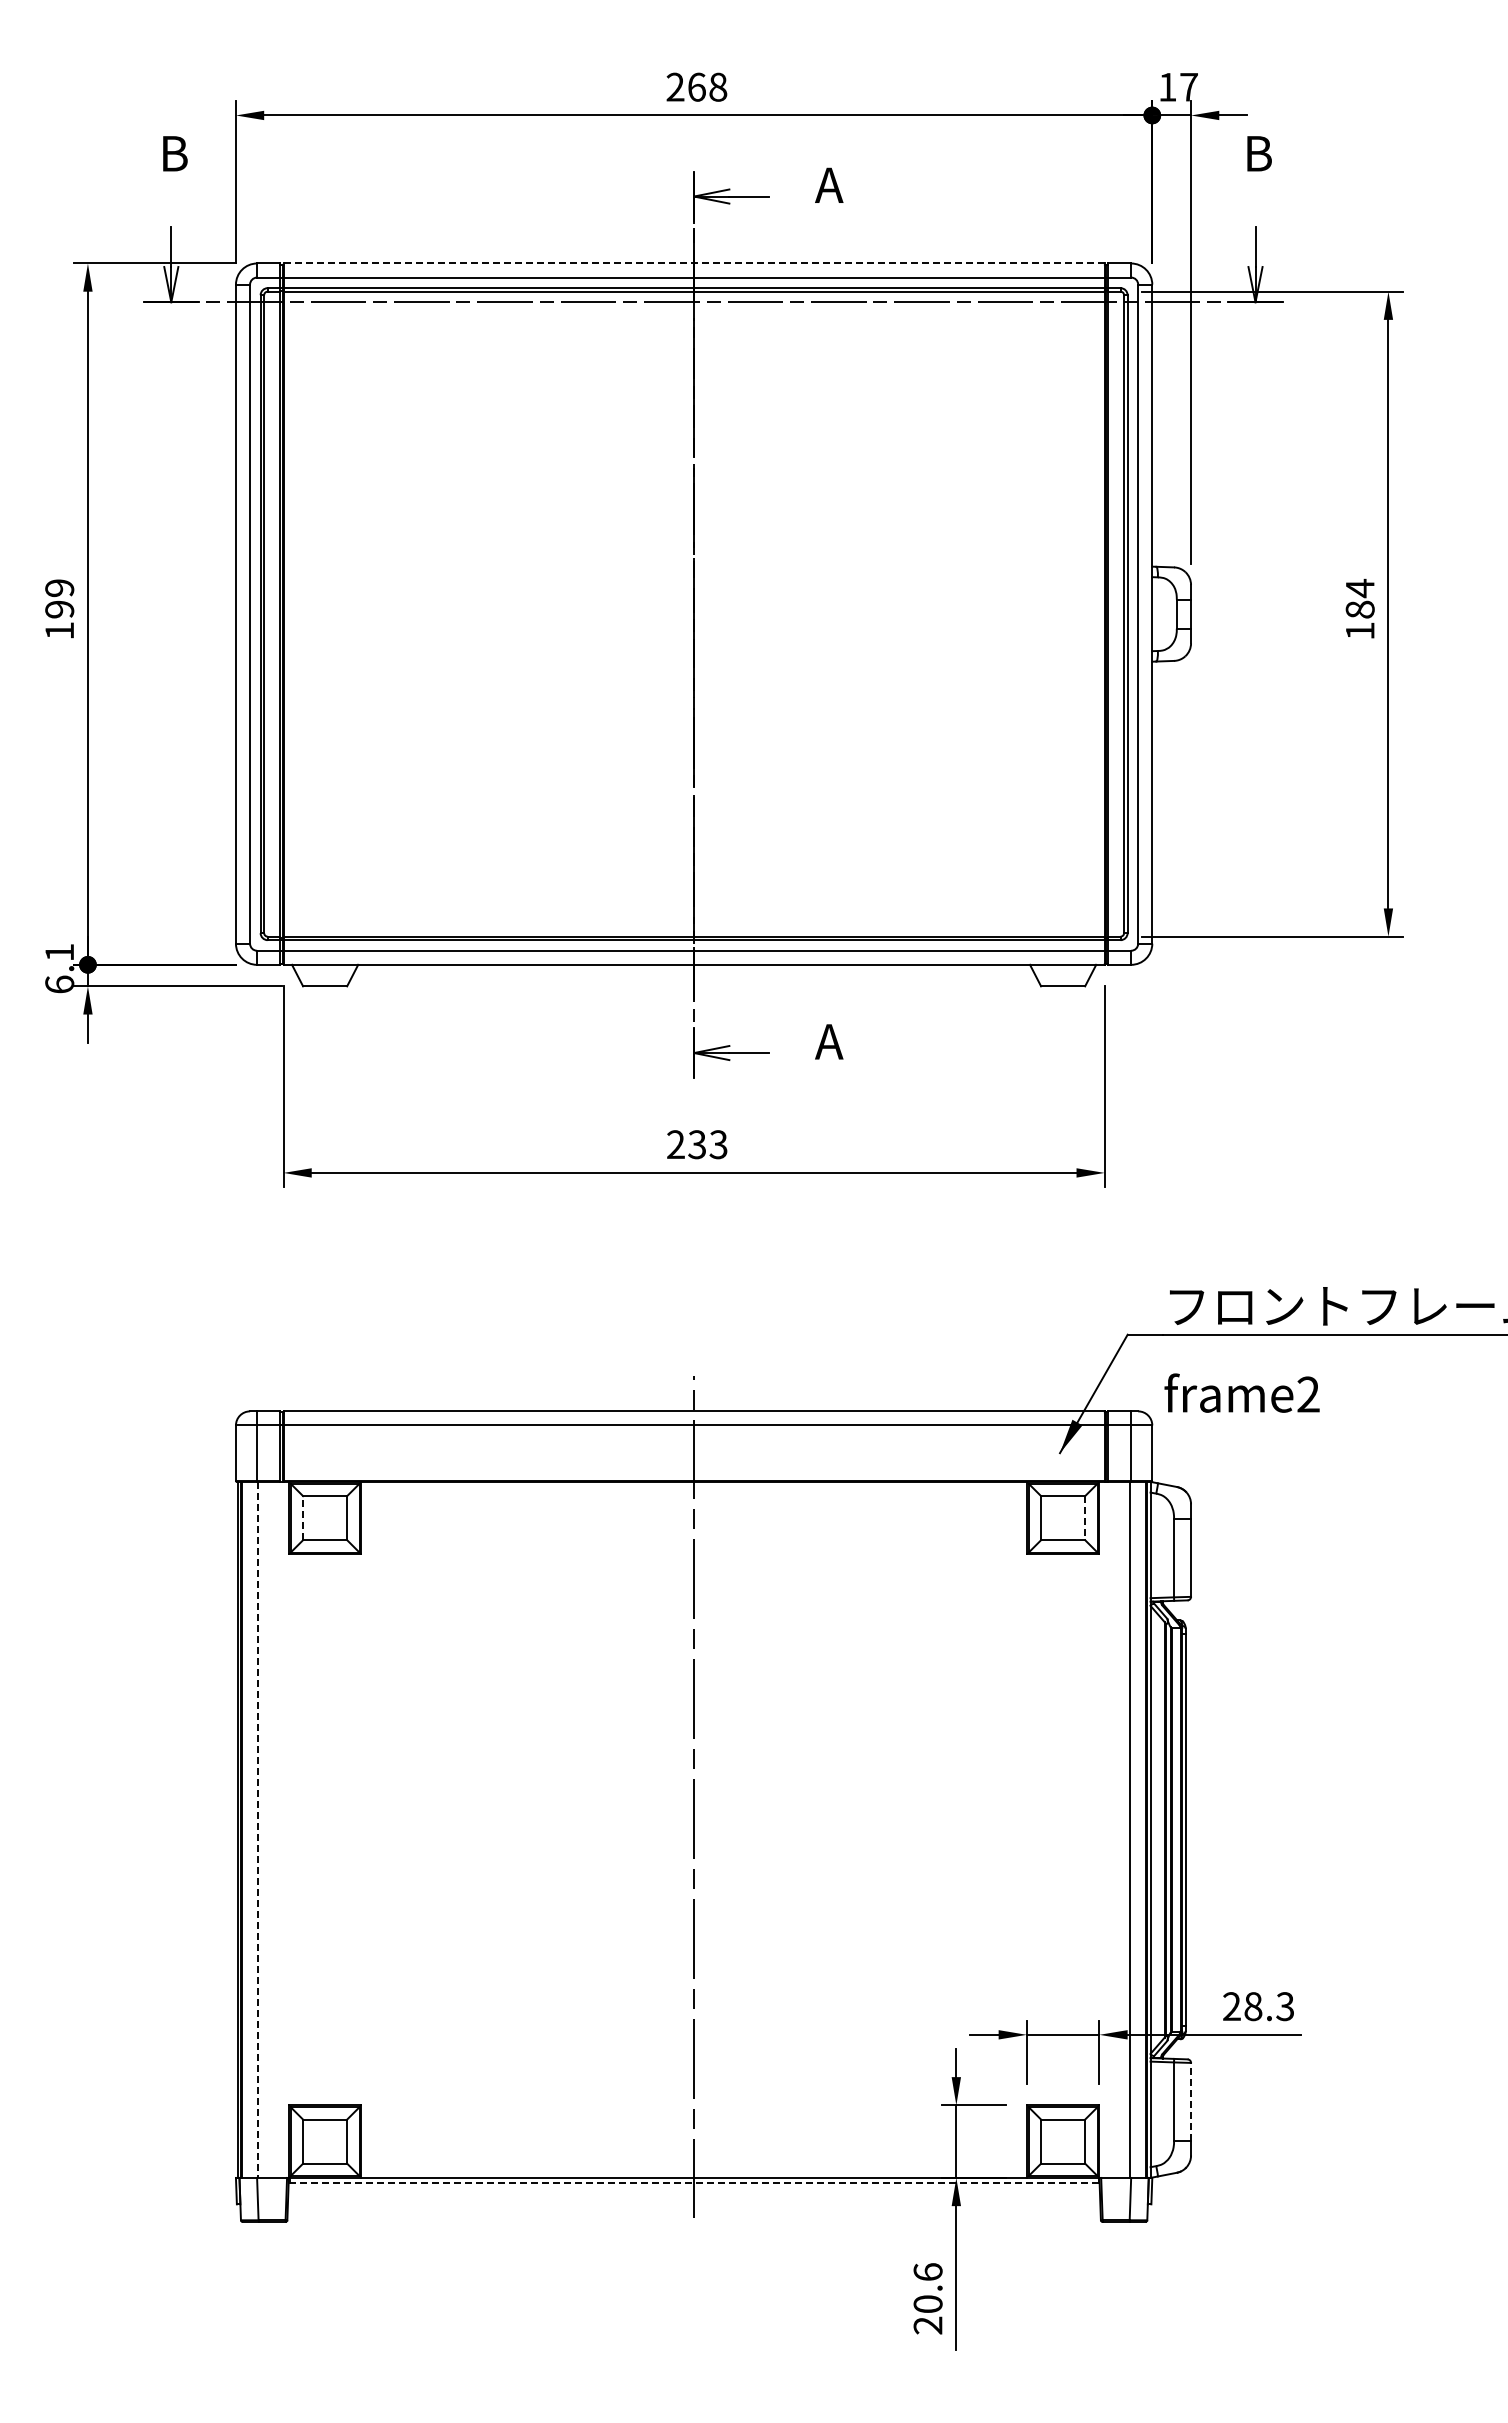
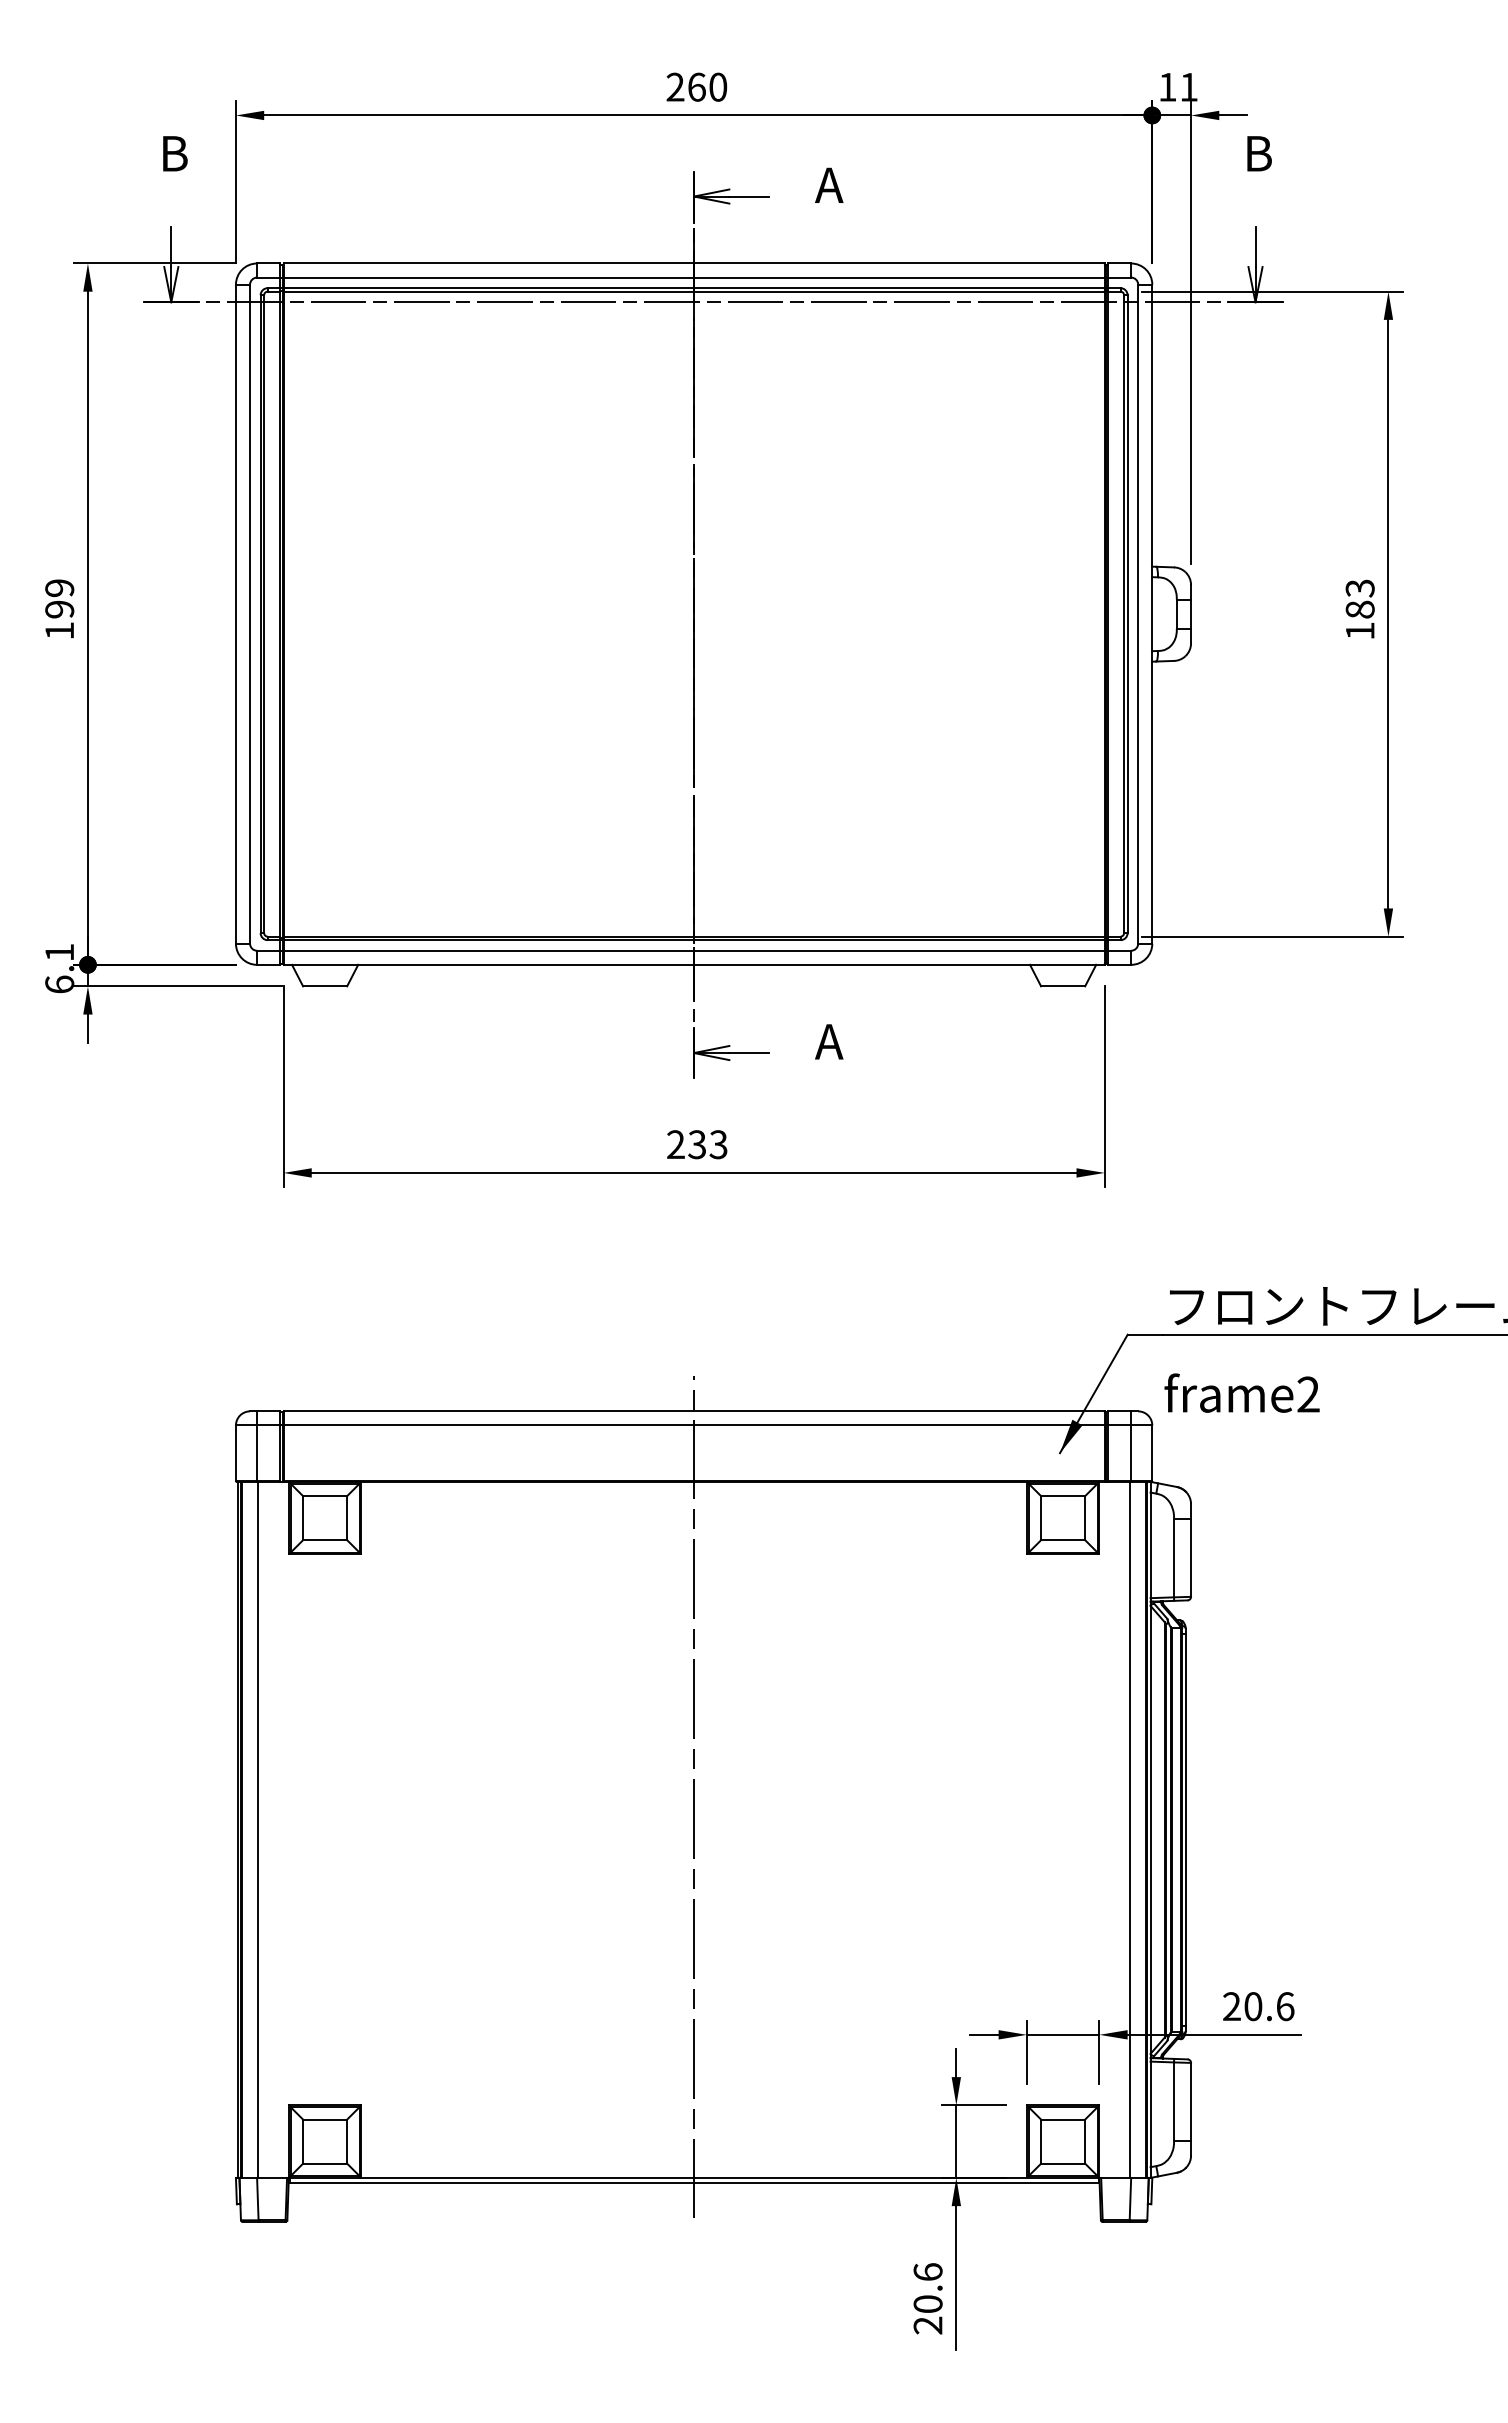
text at (718, 87): 268 -> 260
text at (1188, 87): 17 -> 11
line at (694, 263): dashed -> solid
text at (1359, 588): 184 -> 183
line at (303, 1517): dashed -> solid
line at (1085, 1518): dashed -> solid
line at (257, 1830): dashed -> solid
text at (1269, 2006): 28.3 -> 20.6
line at (1191, 2101): dashed -> solid
line at (693, 2183): dashed -> solid
